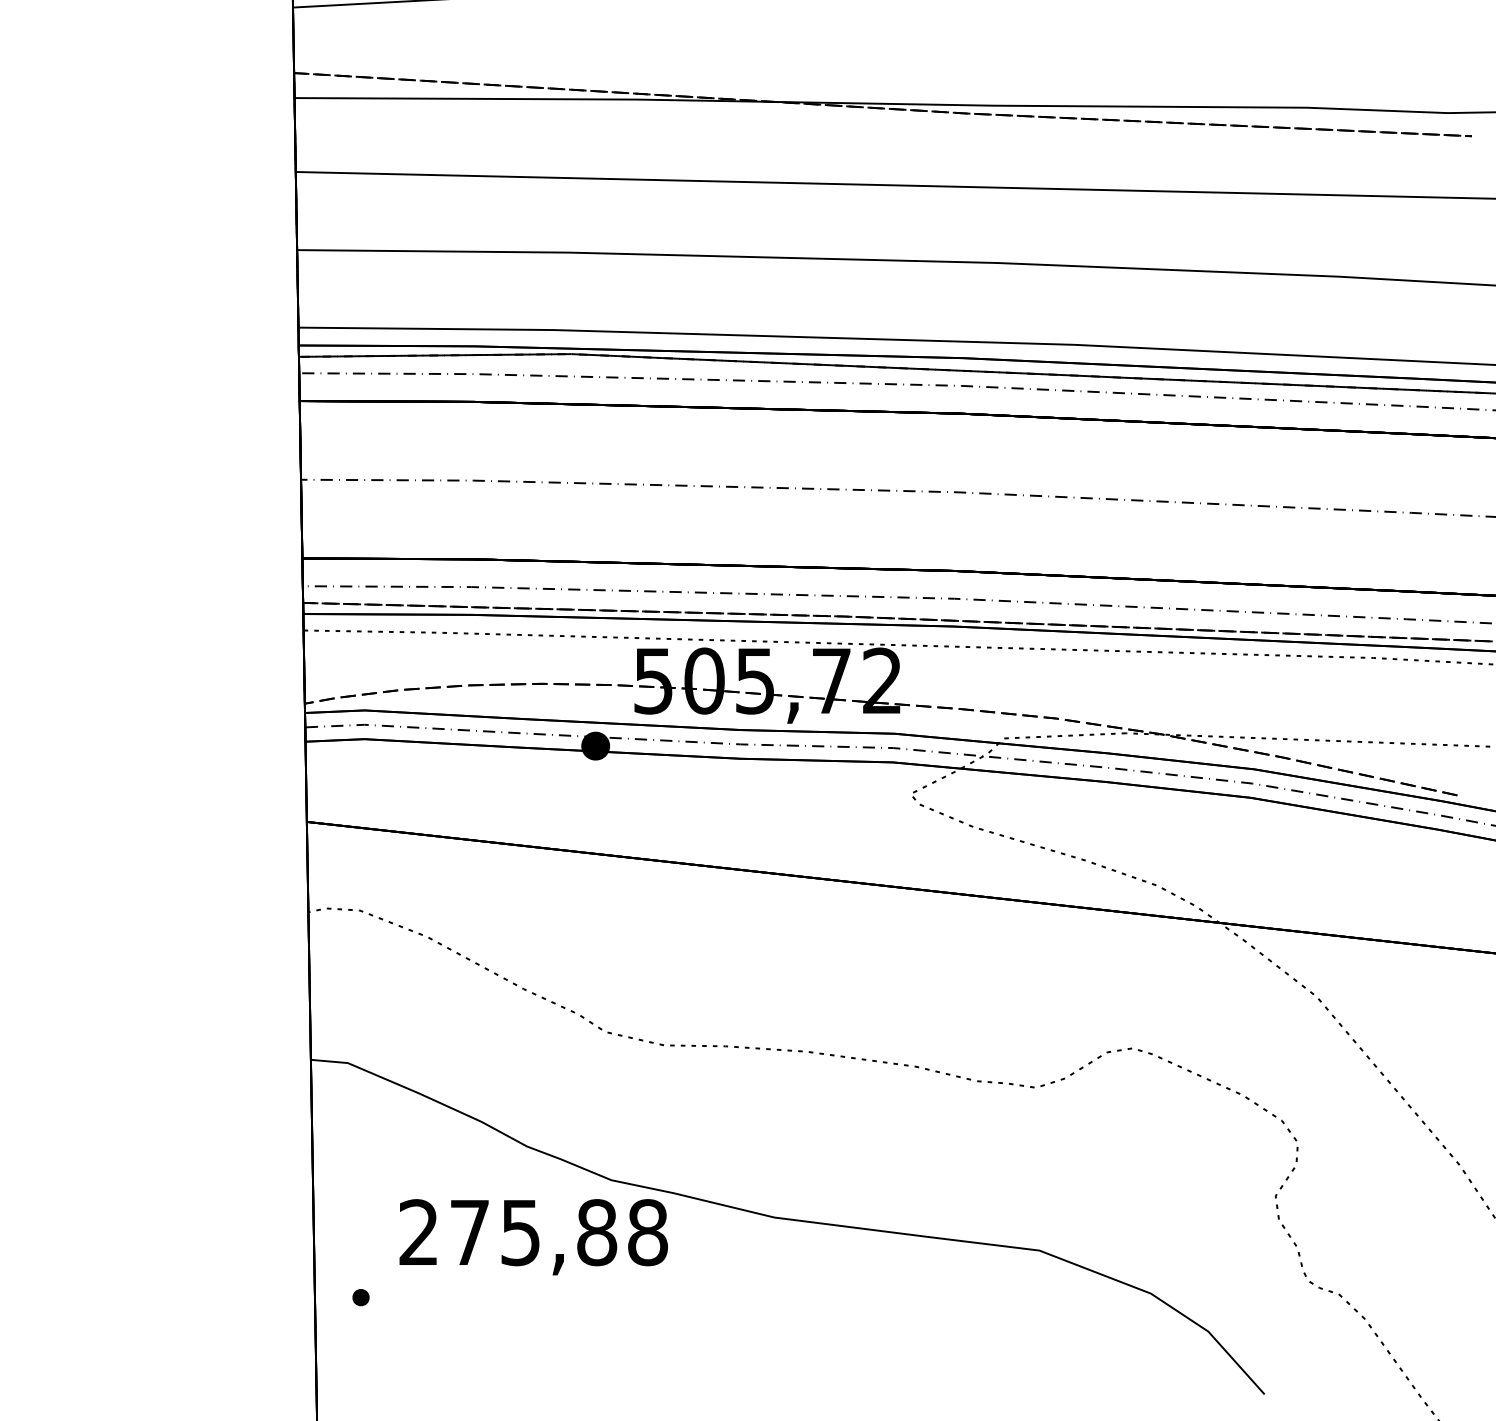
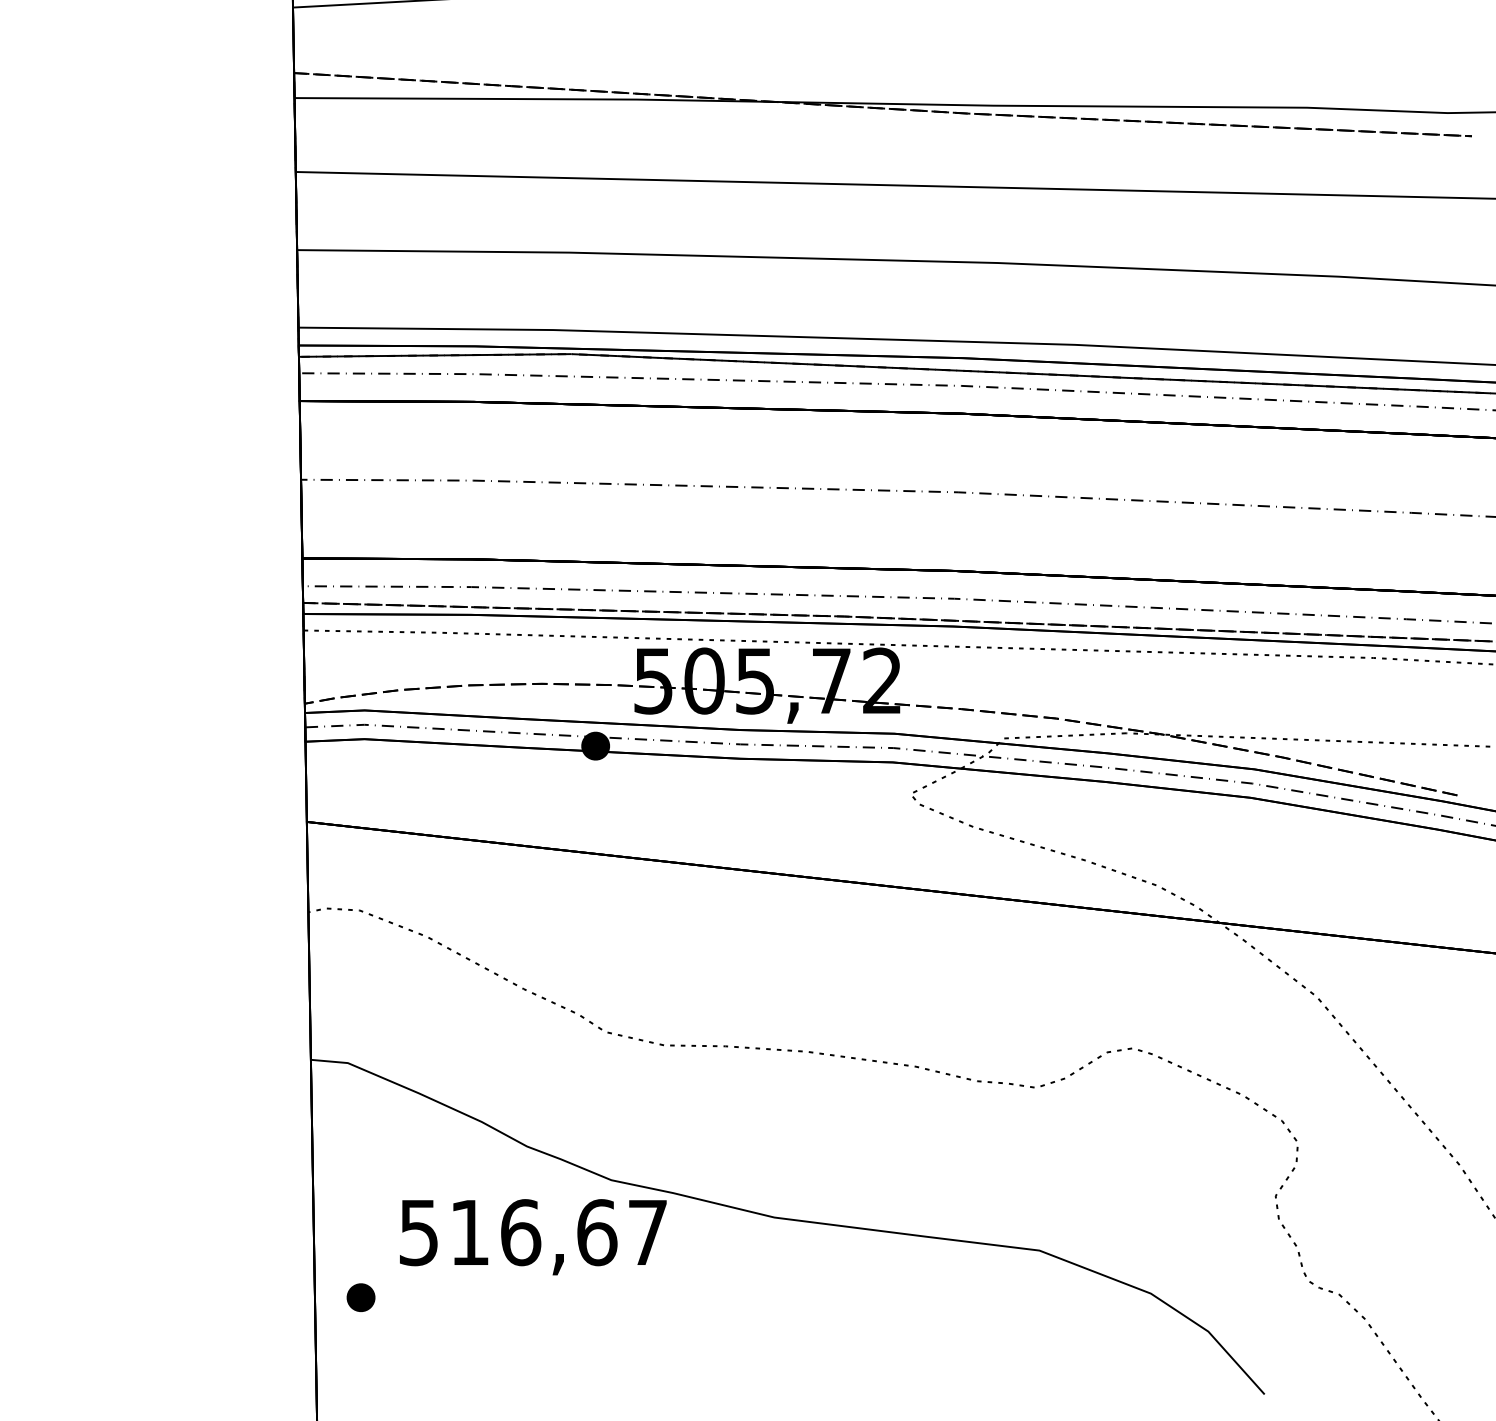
text at (533, 1232): 275,88 -> 516,67
part at (360, 1297) size: 18x18 px -> 30x29 px
